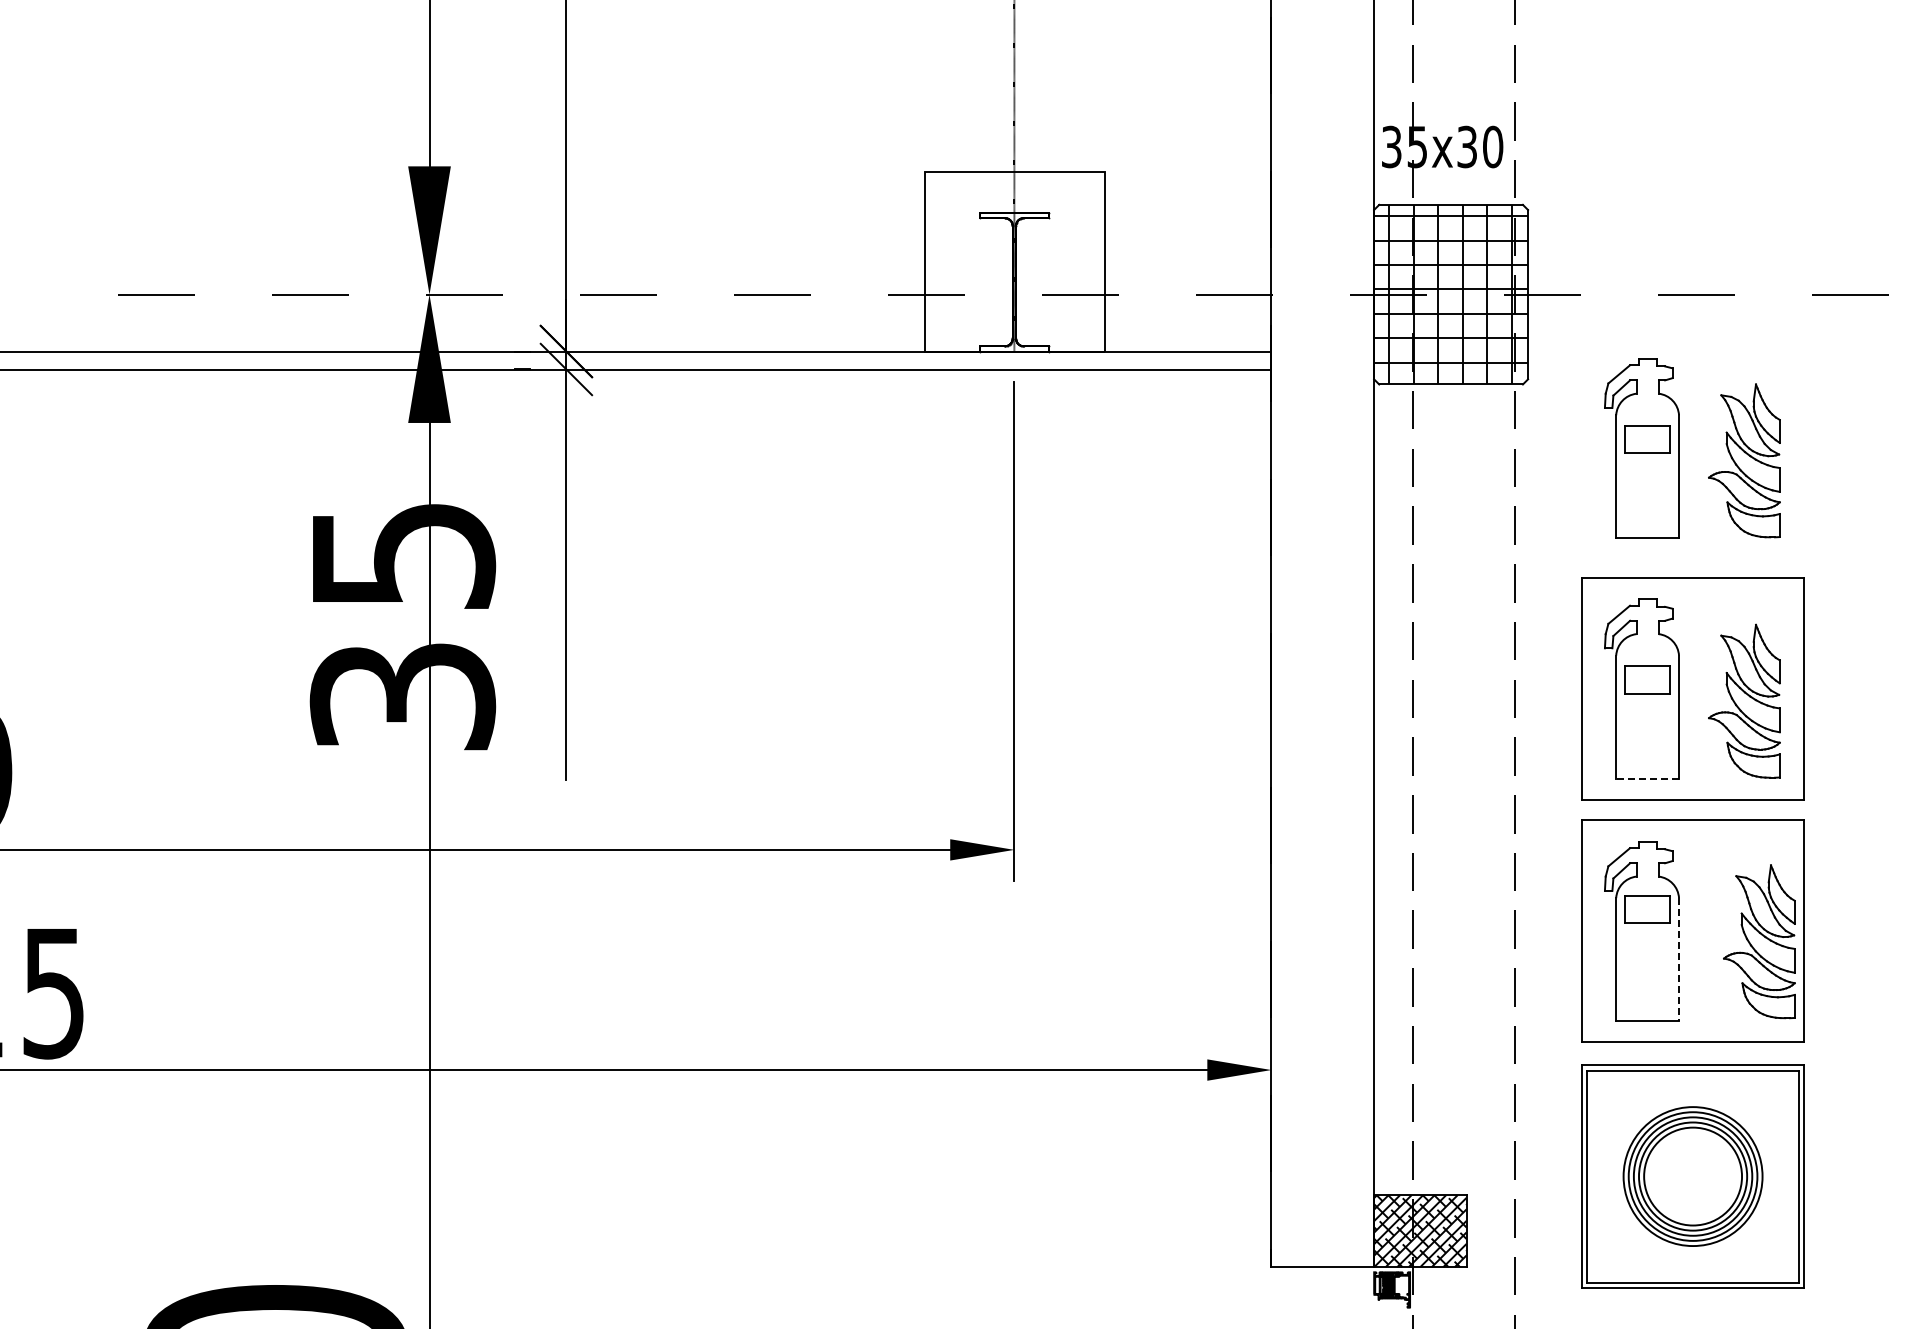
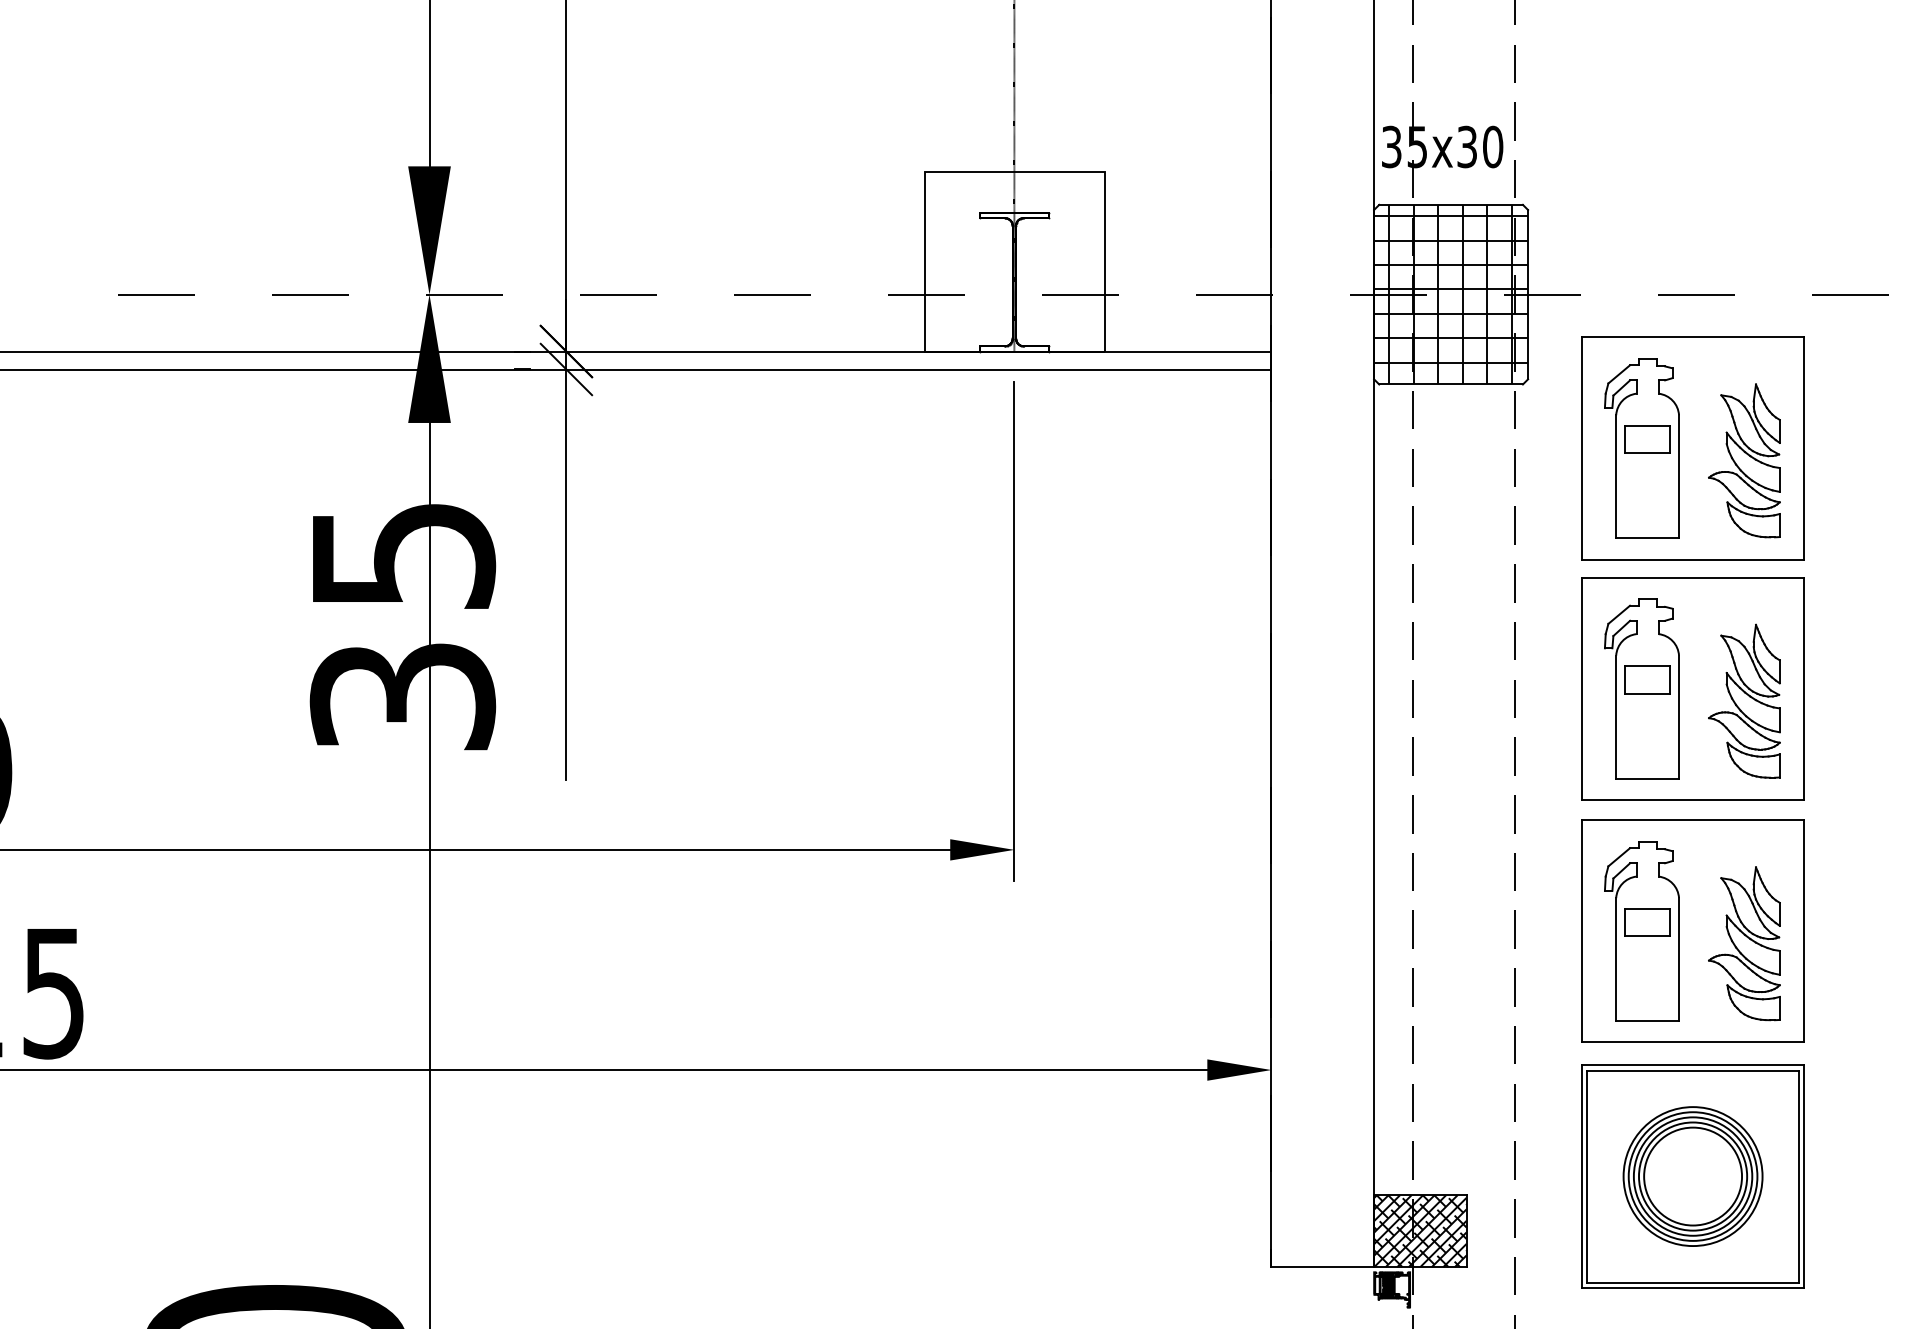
part at (1692, 448): none -> present
line at (1647, 778): dashed -> solid
part at (1647, 909) position: (1647, 909) -> (1647, 922)
part at (1759, 941) position: (1759, 941) -> (1744, 943)
line at (1679, 959): dashed -> solid
